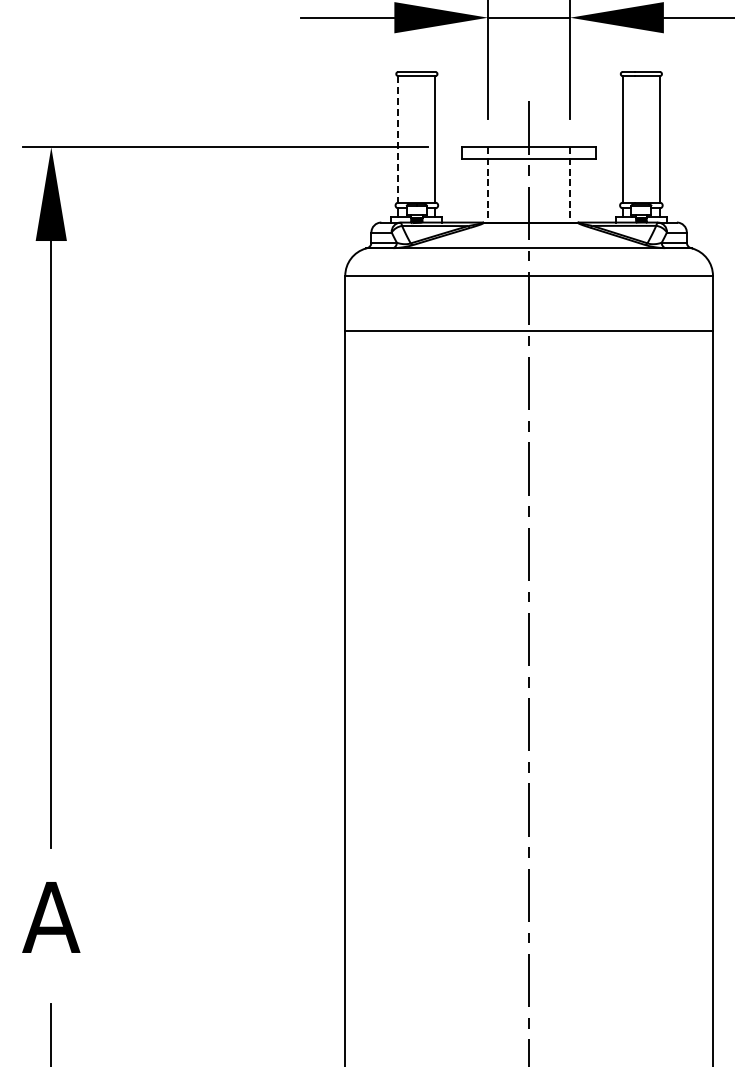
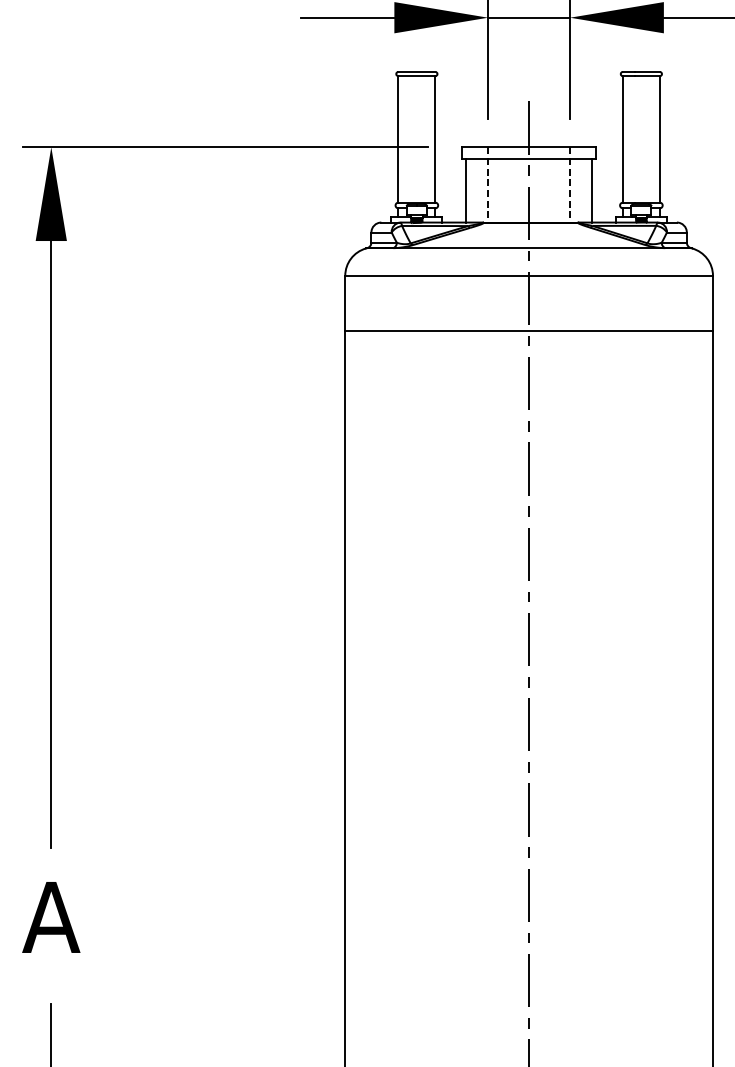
line at (398, 139): dashed -> solid
line at (465, 190): none -> present
line at (592, 190): none -> present
